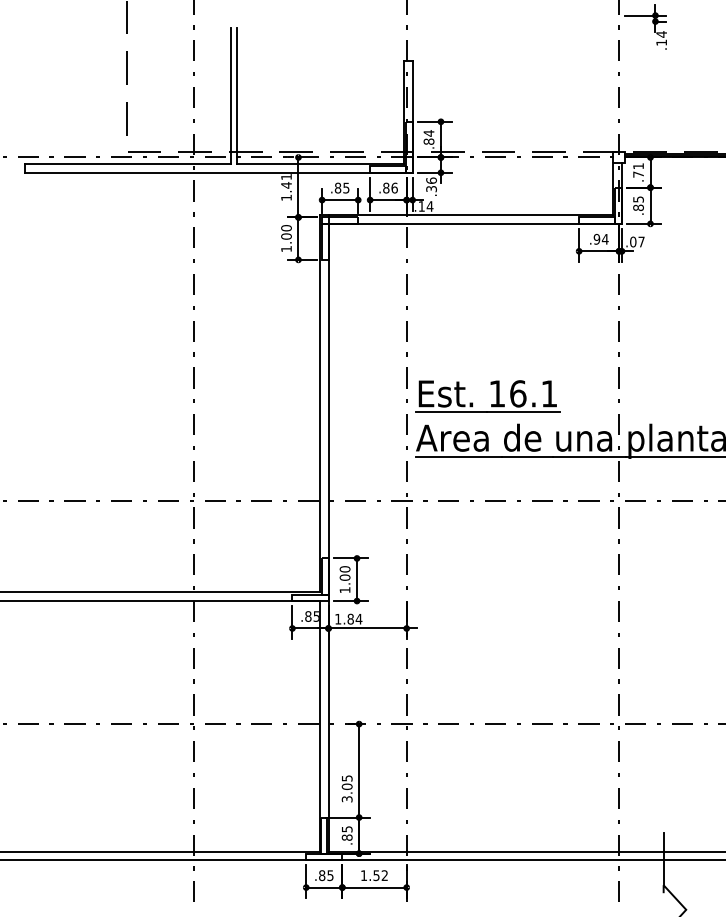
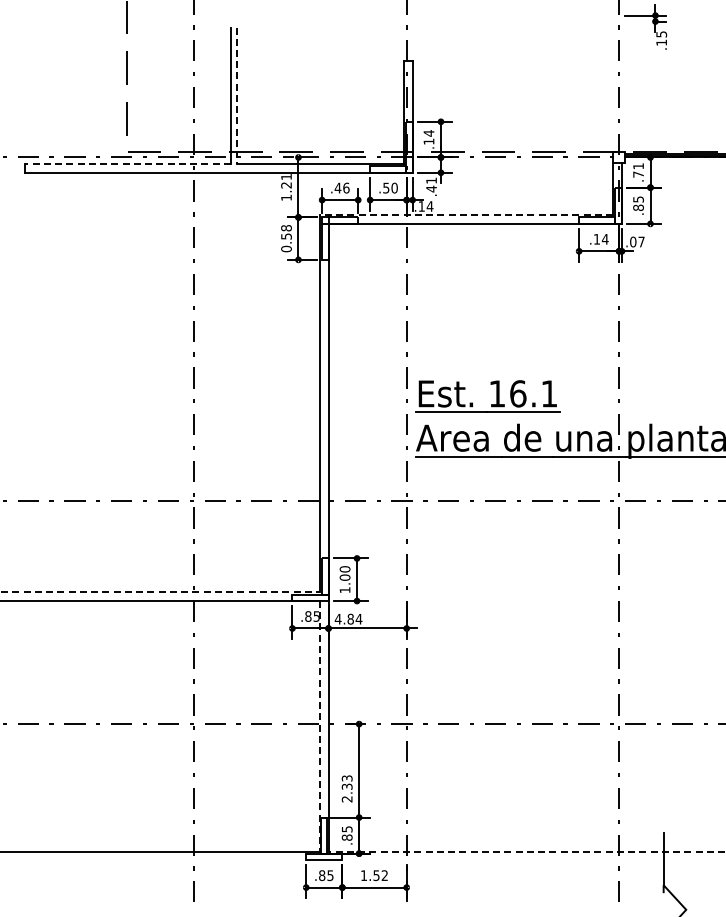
text at (661, 34): .14 -> .15
line at (237, 96): solid -> dashed
text at (428, 141): .84 -> .14
line at (127, 164): solid -> dashed
text at (431, 184): .36 -> .41
text at (286, 185): 1.41 -> 1.21
text at (341, 187): .85 -> .46
text at (390, 187): .86 -> .50
line at (466, 215): solid -> dashed
text at (286, 238): 1.00 -> 0.58
text at (596, 238): .94 -> .14
line at (160, 592): solid -> dashed
text at (337, 619): 1.84 -> 4.84
line at (320, 726): solid -> dashed
text at (346, 788): 3.05 -> 2.33
line at (526, 851): solid -> dashed
line at (362, 860): present -> none
